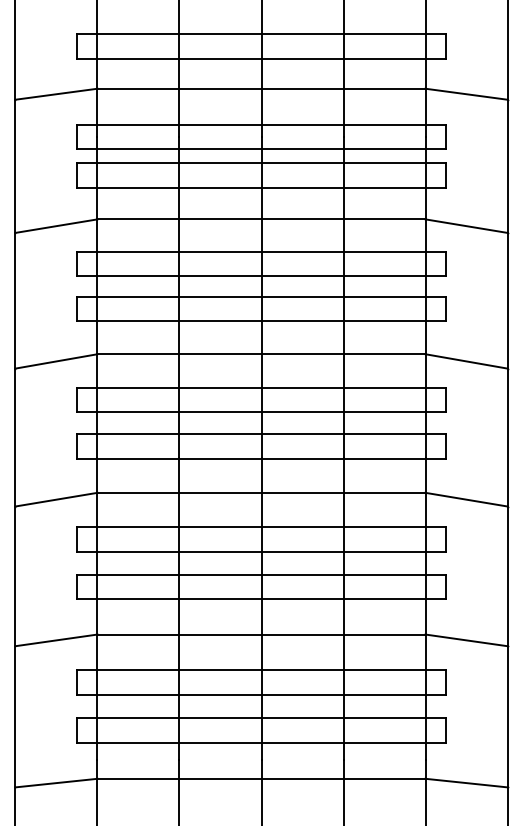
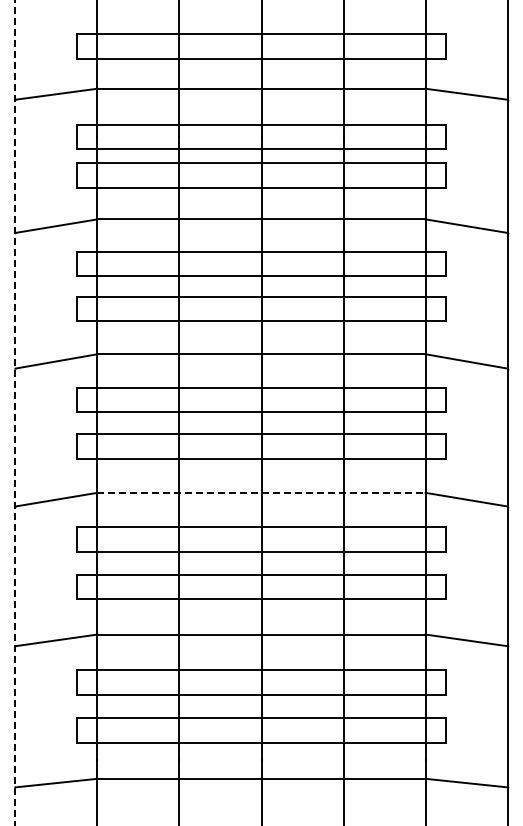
line at (15, 413): solid -> dashed
line at (261, 492): solid -> dashed
